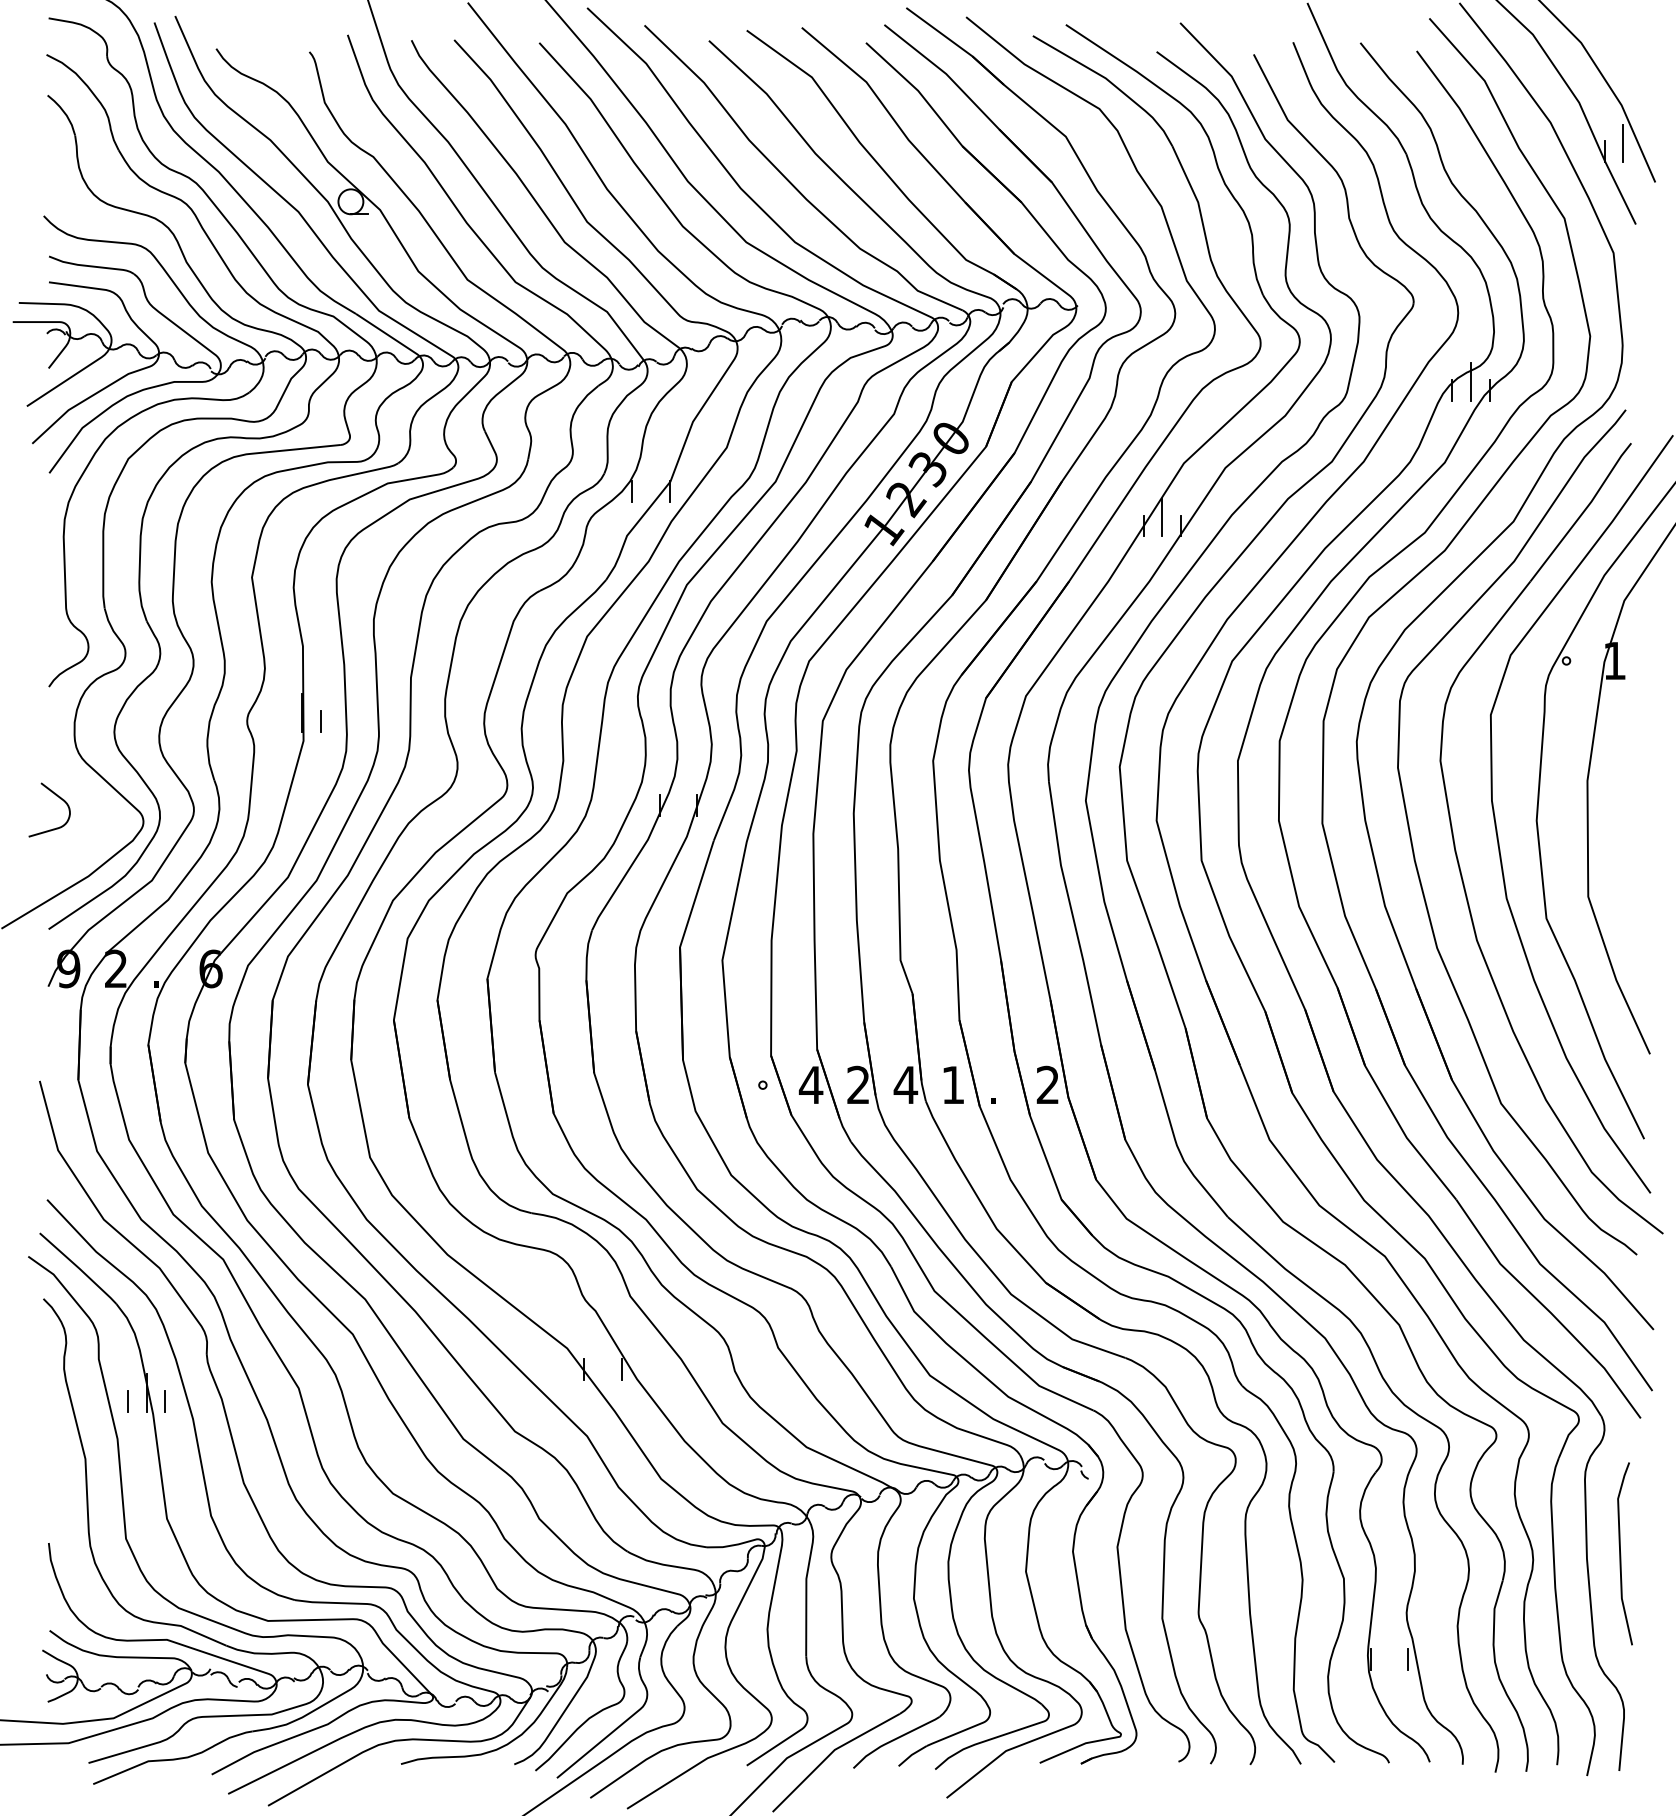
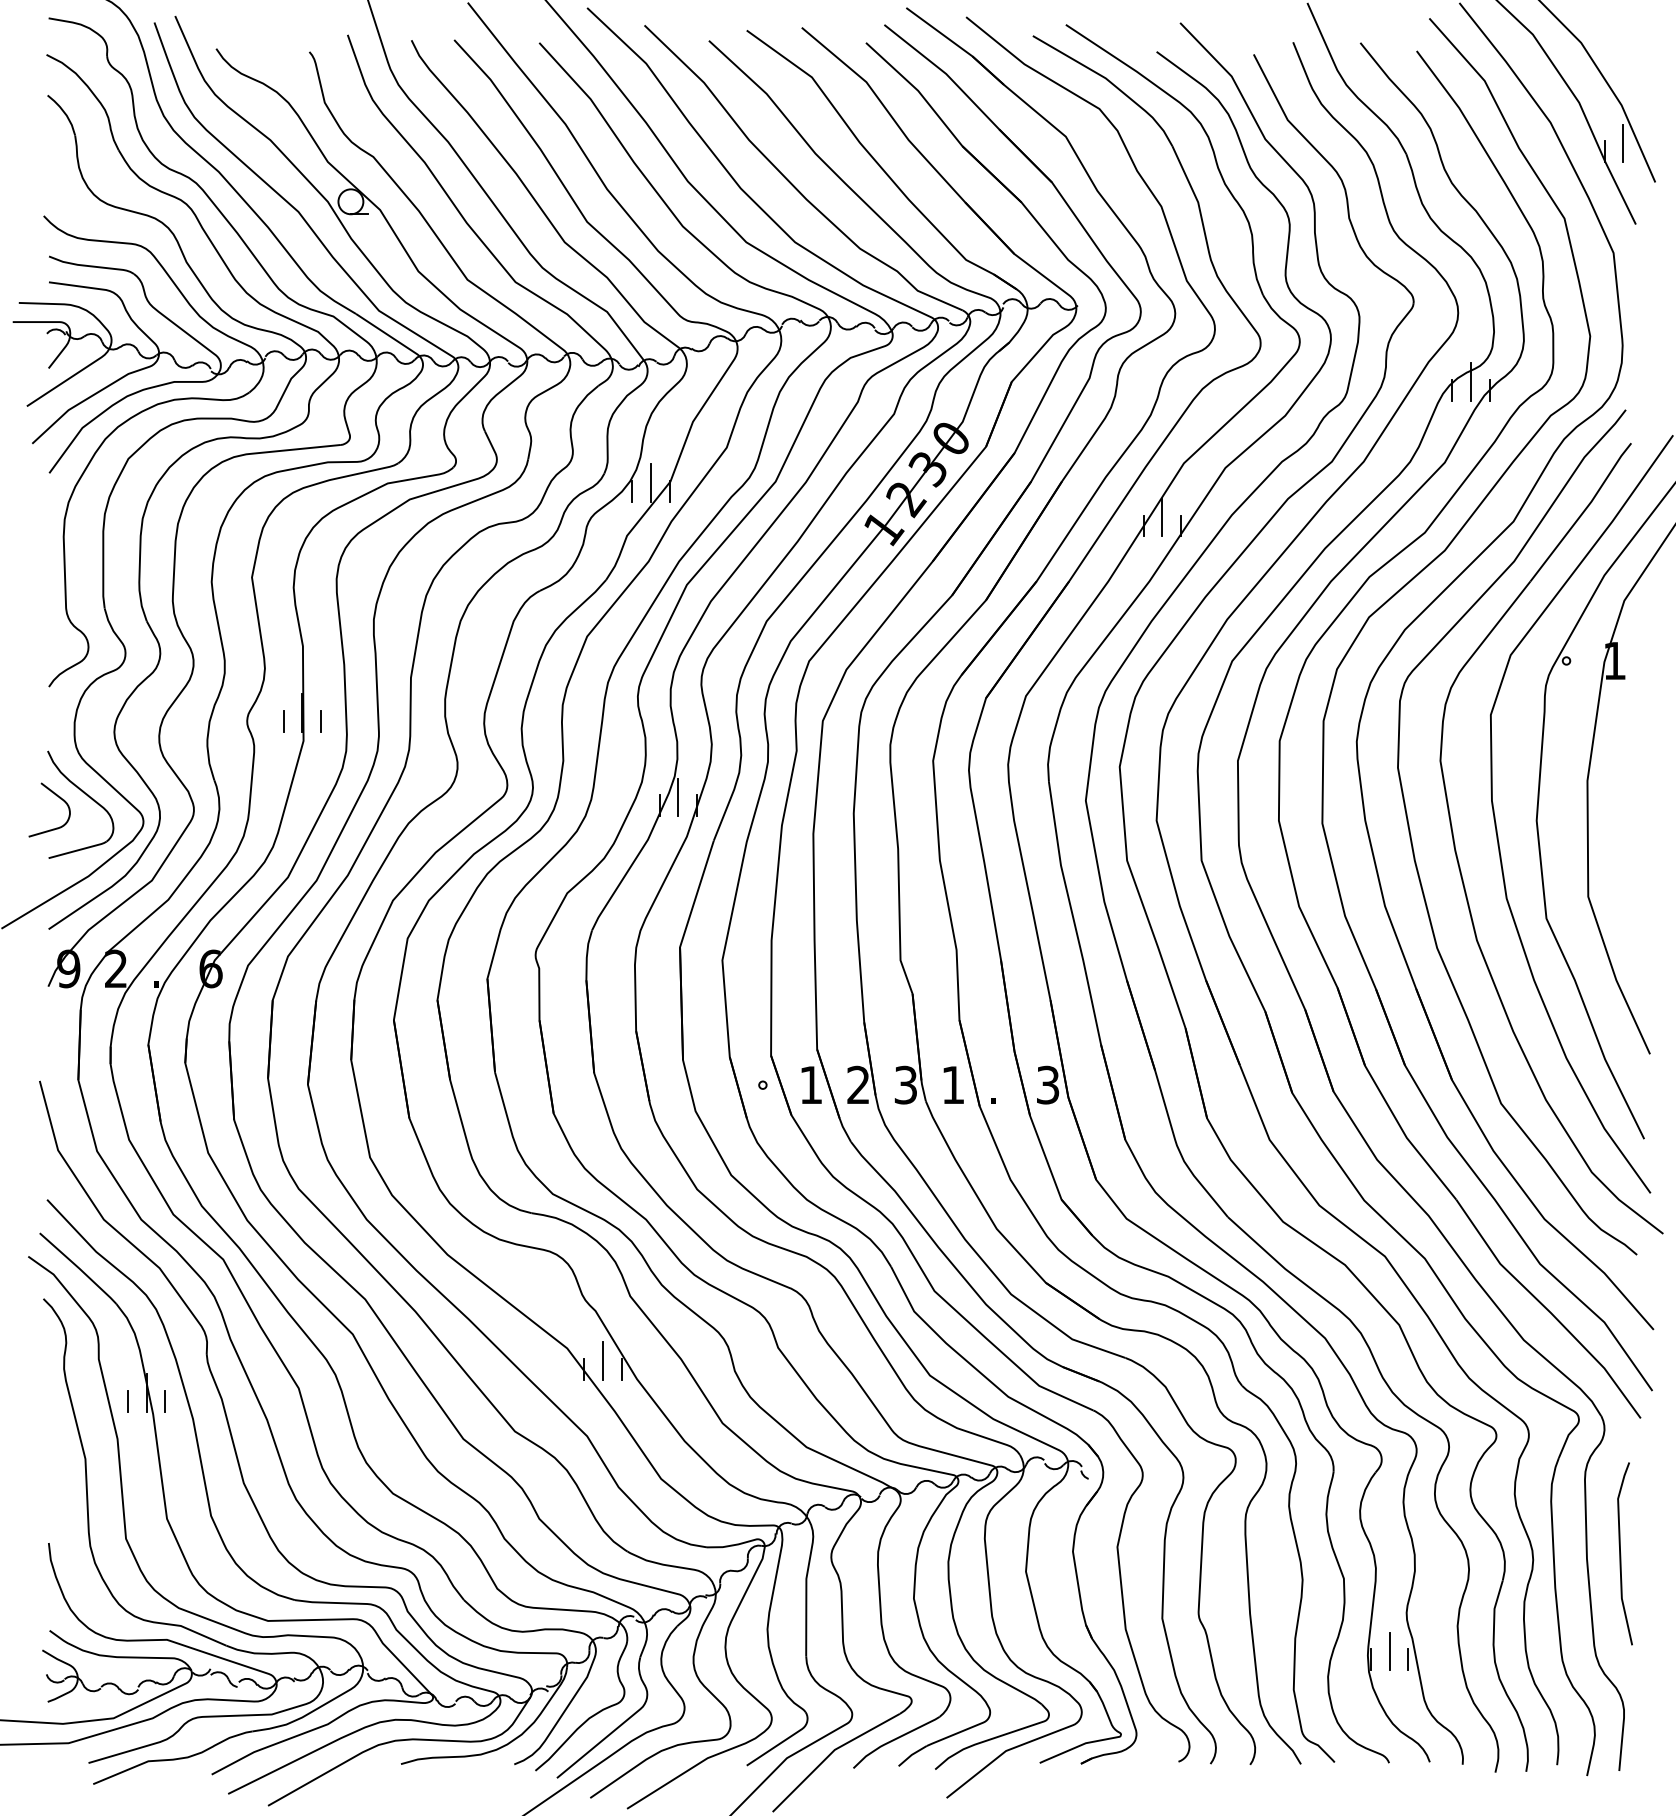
line at (650, 482): none -> present
line at (283, 721): none -> present
part at (87, 796): none -> present
line at (678, 797): none -> present
text at (810, 1084): 4 -> 1
text at (905, 1084): 4 -> 3
text at (1047, 1085): 2 -> 3
line at (602, 1360): none -> present
line at (1389, 1651): none -> present
